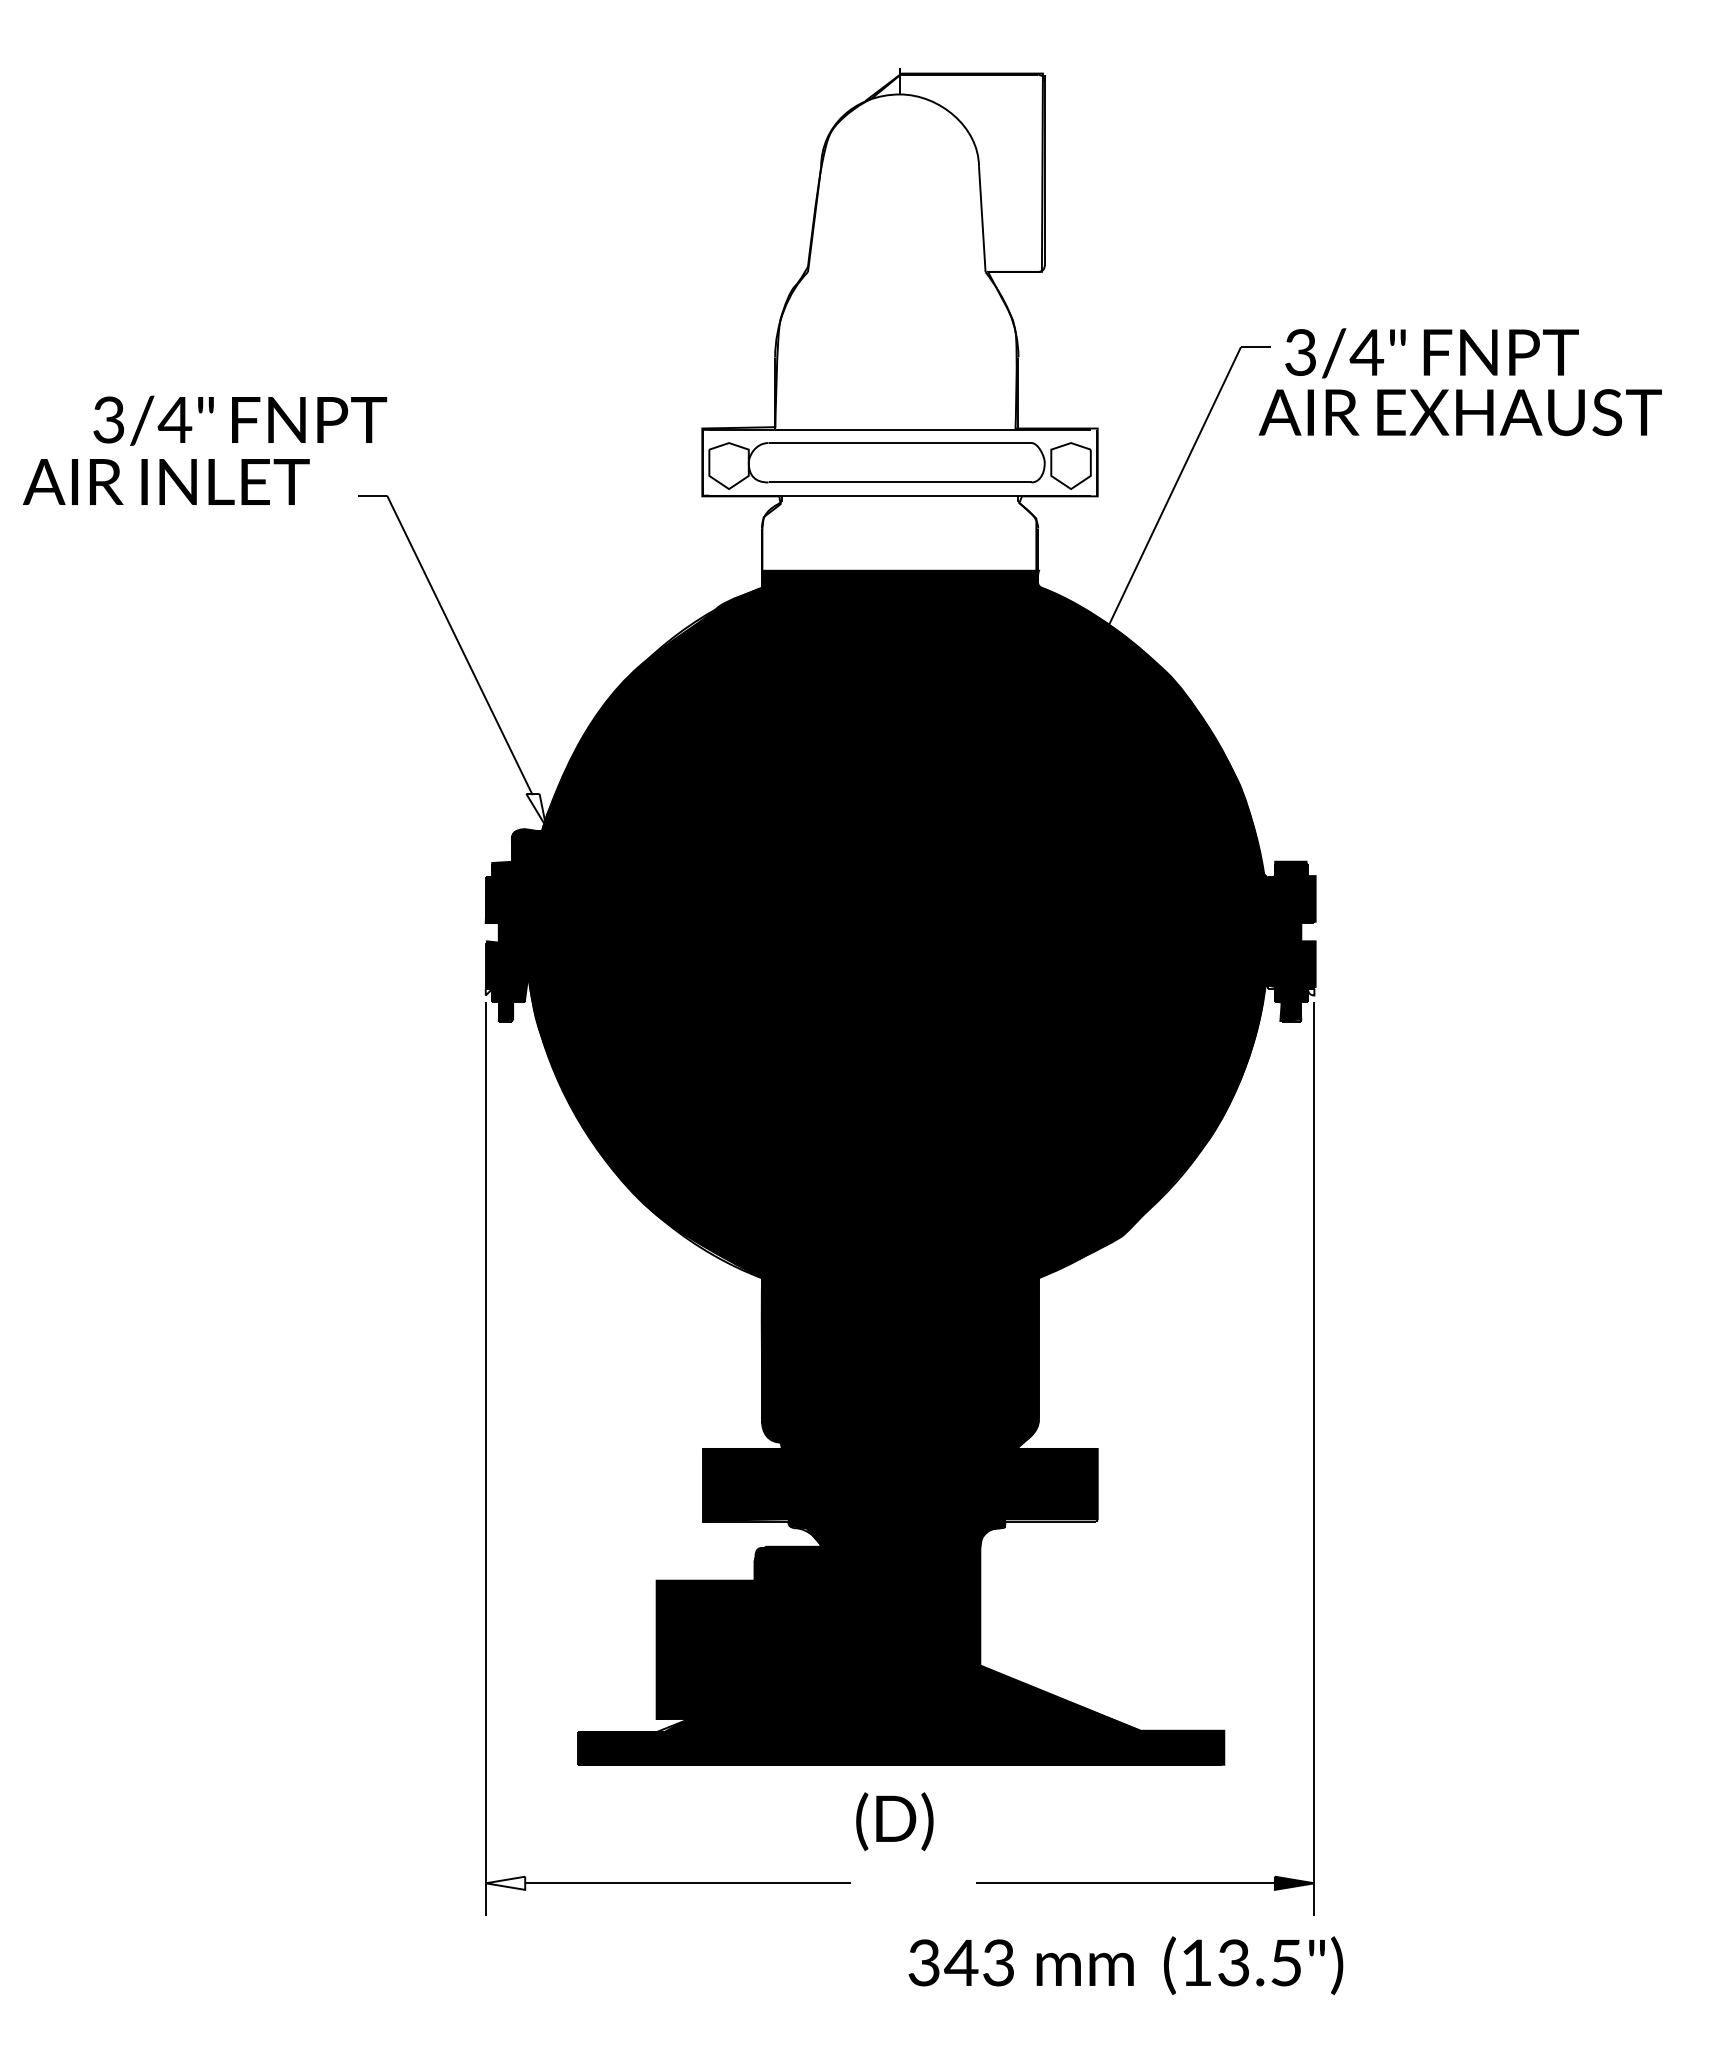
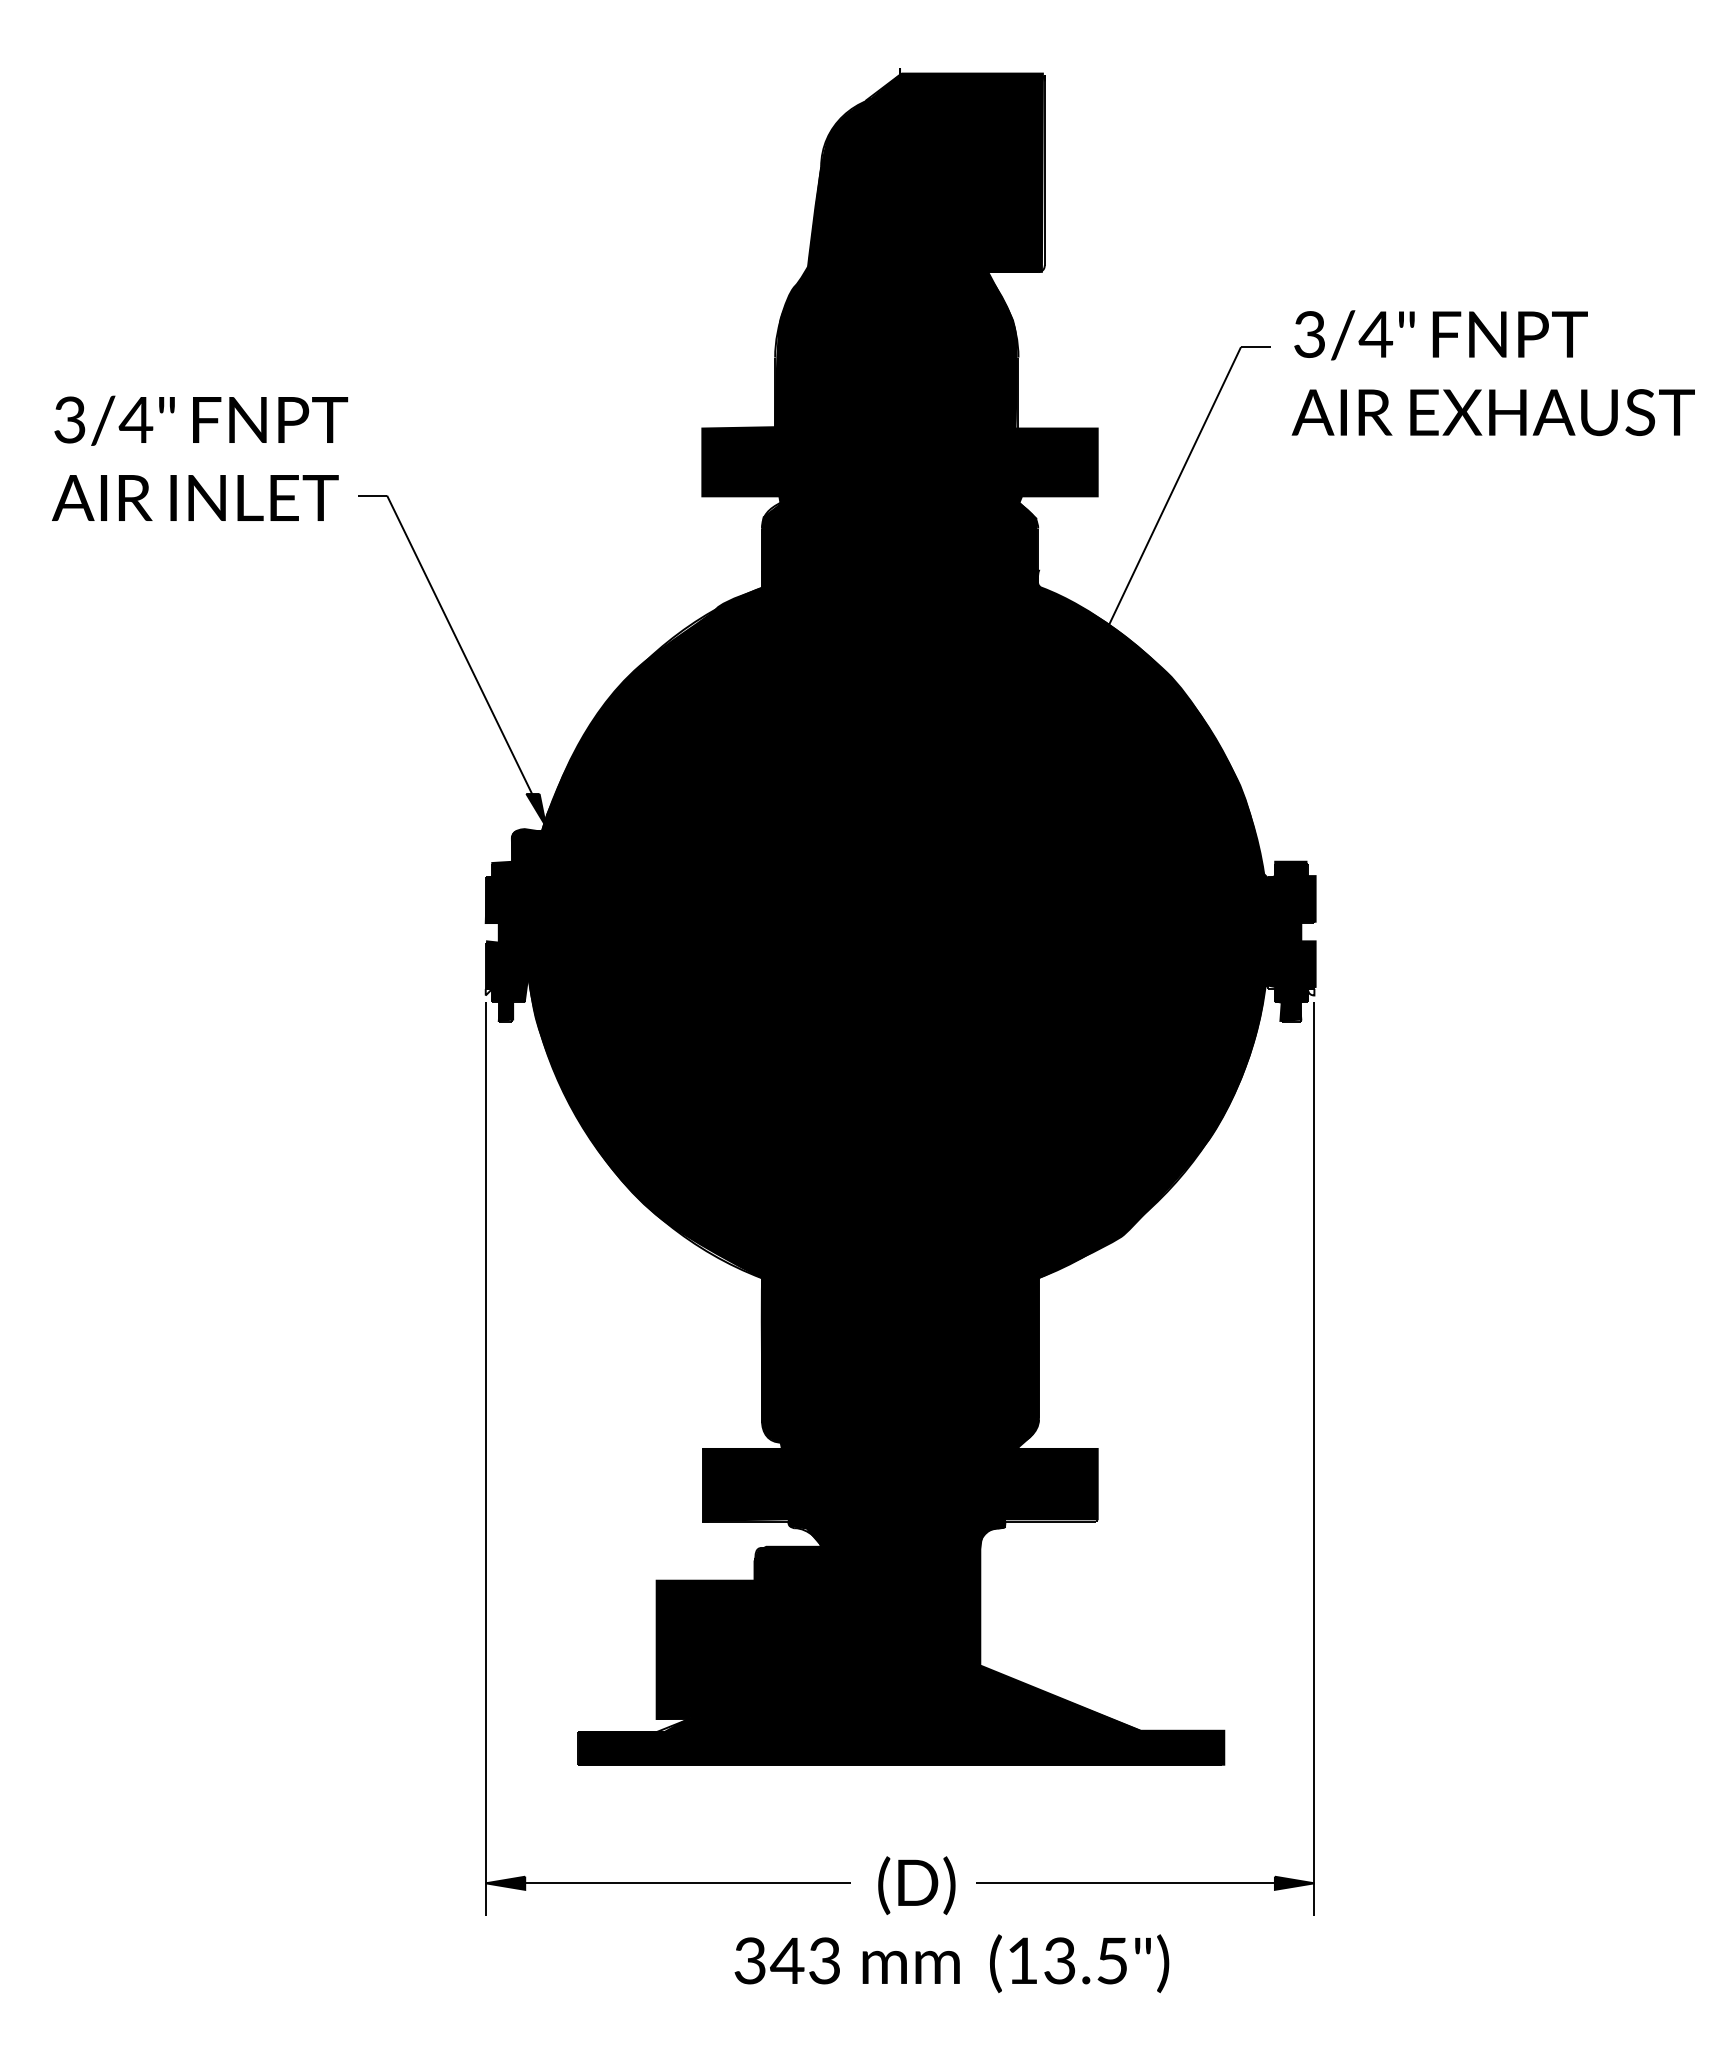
fill at (899, 331): none -> present
text at (1431, 353) position: (1431, 353) -> (1440, 335)
text at (1459, 412) position: (1459, 412) -> (1492, 412)
text at (240, 420) position: (240, 420) -> (201, 420)
text at (166, 481) position: (166, 481) -> (195, 497)
fill at (536, 810): none -> present
text at (894, 1821) position: (894, 1821) -> (916, 1885)
fill at (505, 1882): none -> present
text at (1125, 1965) position: (1125, 1965) -> (951, 1963)
